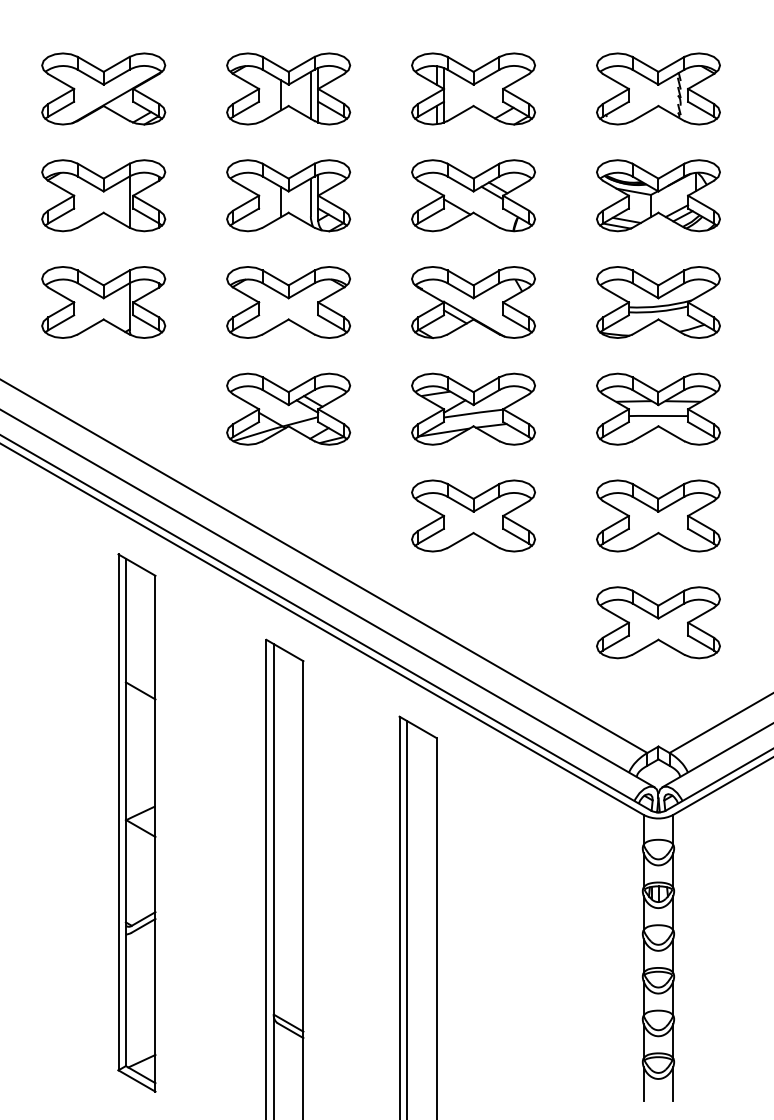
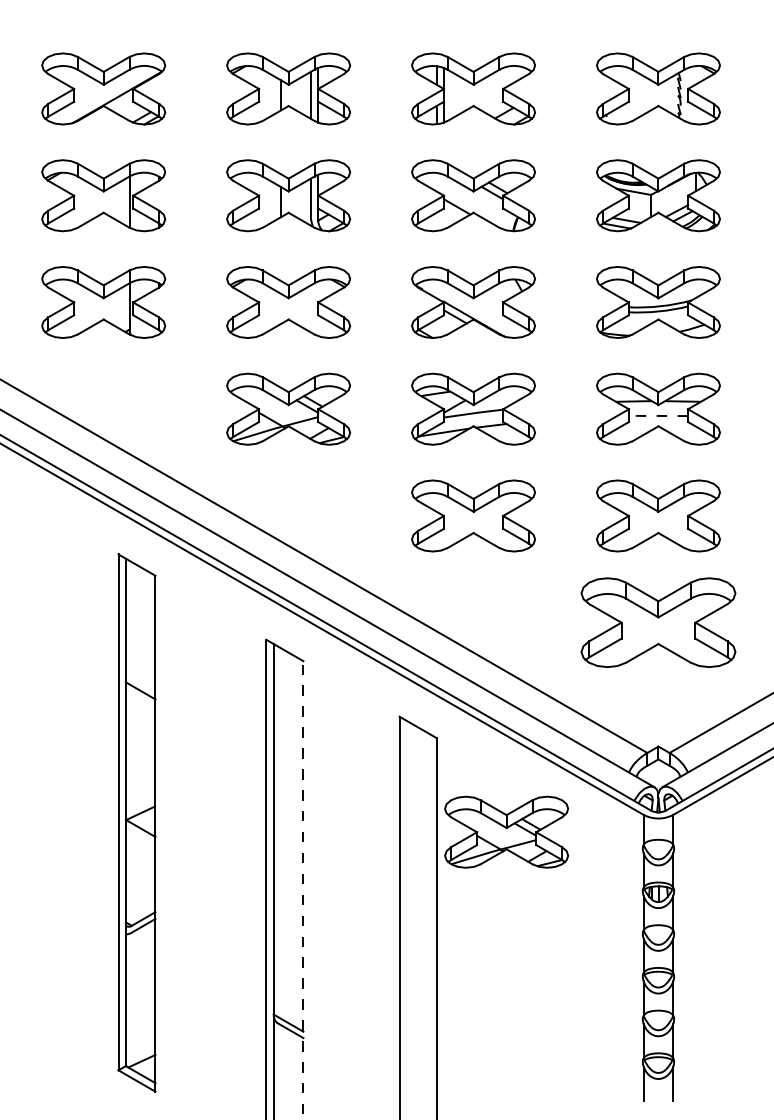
line at (657, 415): solid -> dashed
part at (658, 622) size: 125x74 px -> 157x91 px
part at (506, 831): none -> present
line at (303, 890): solid -> dashed
line at (406, 918): present -> none
